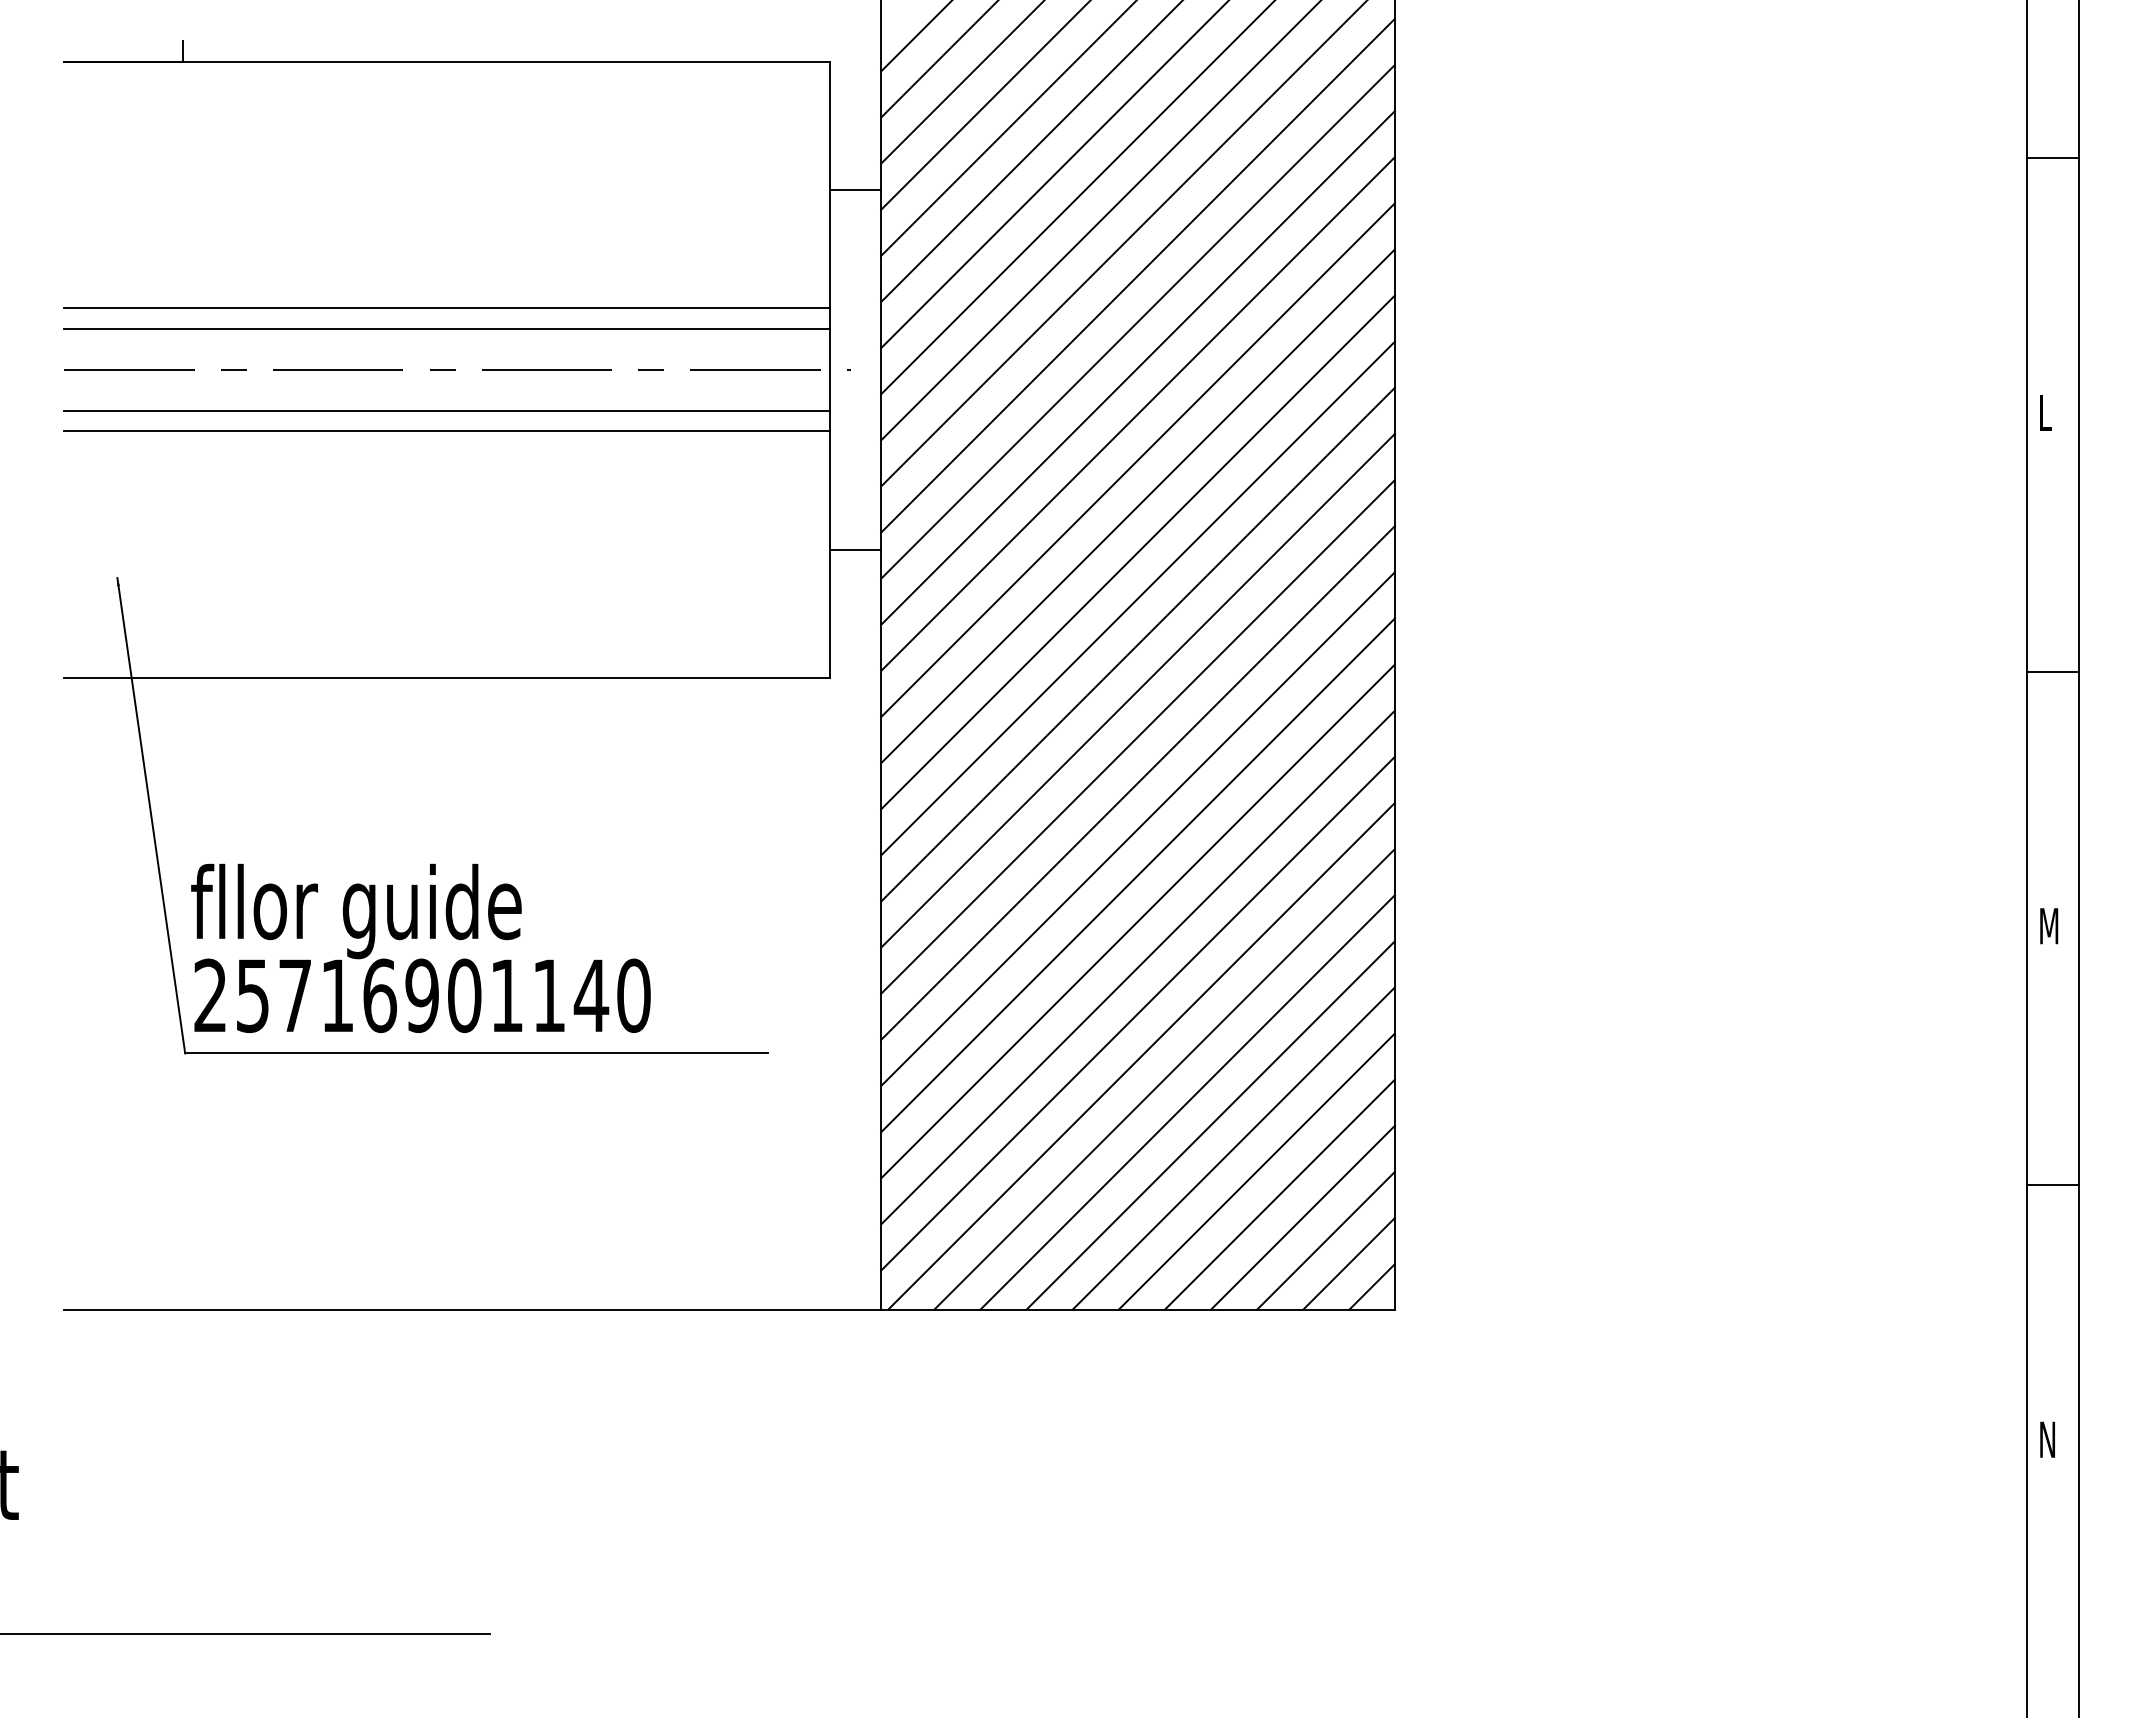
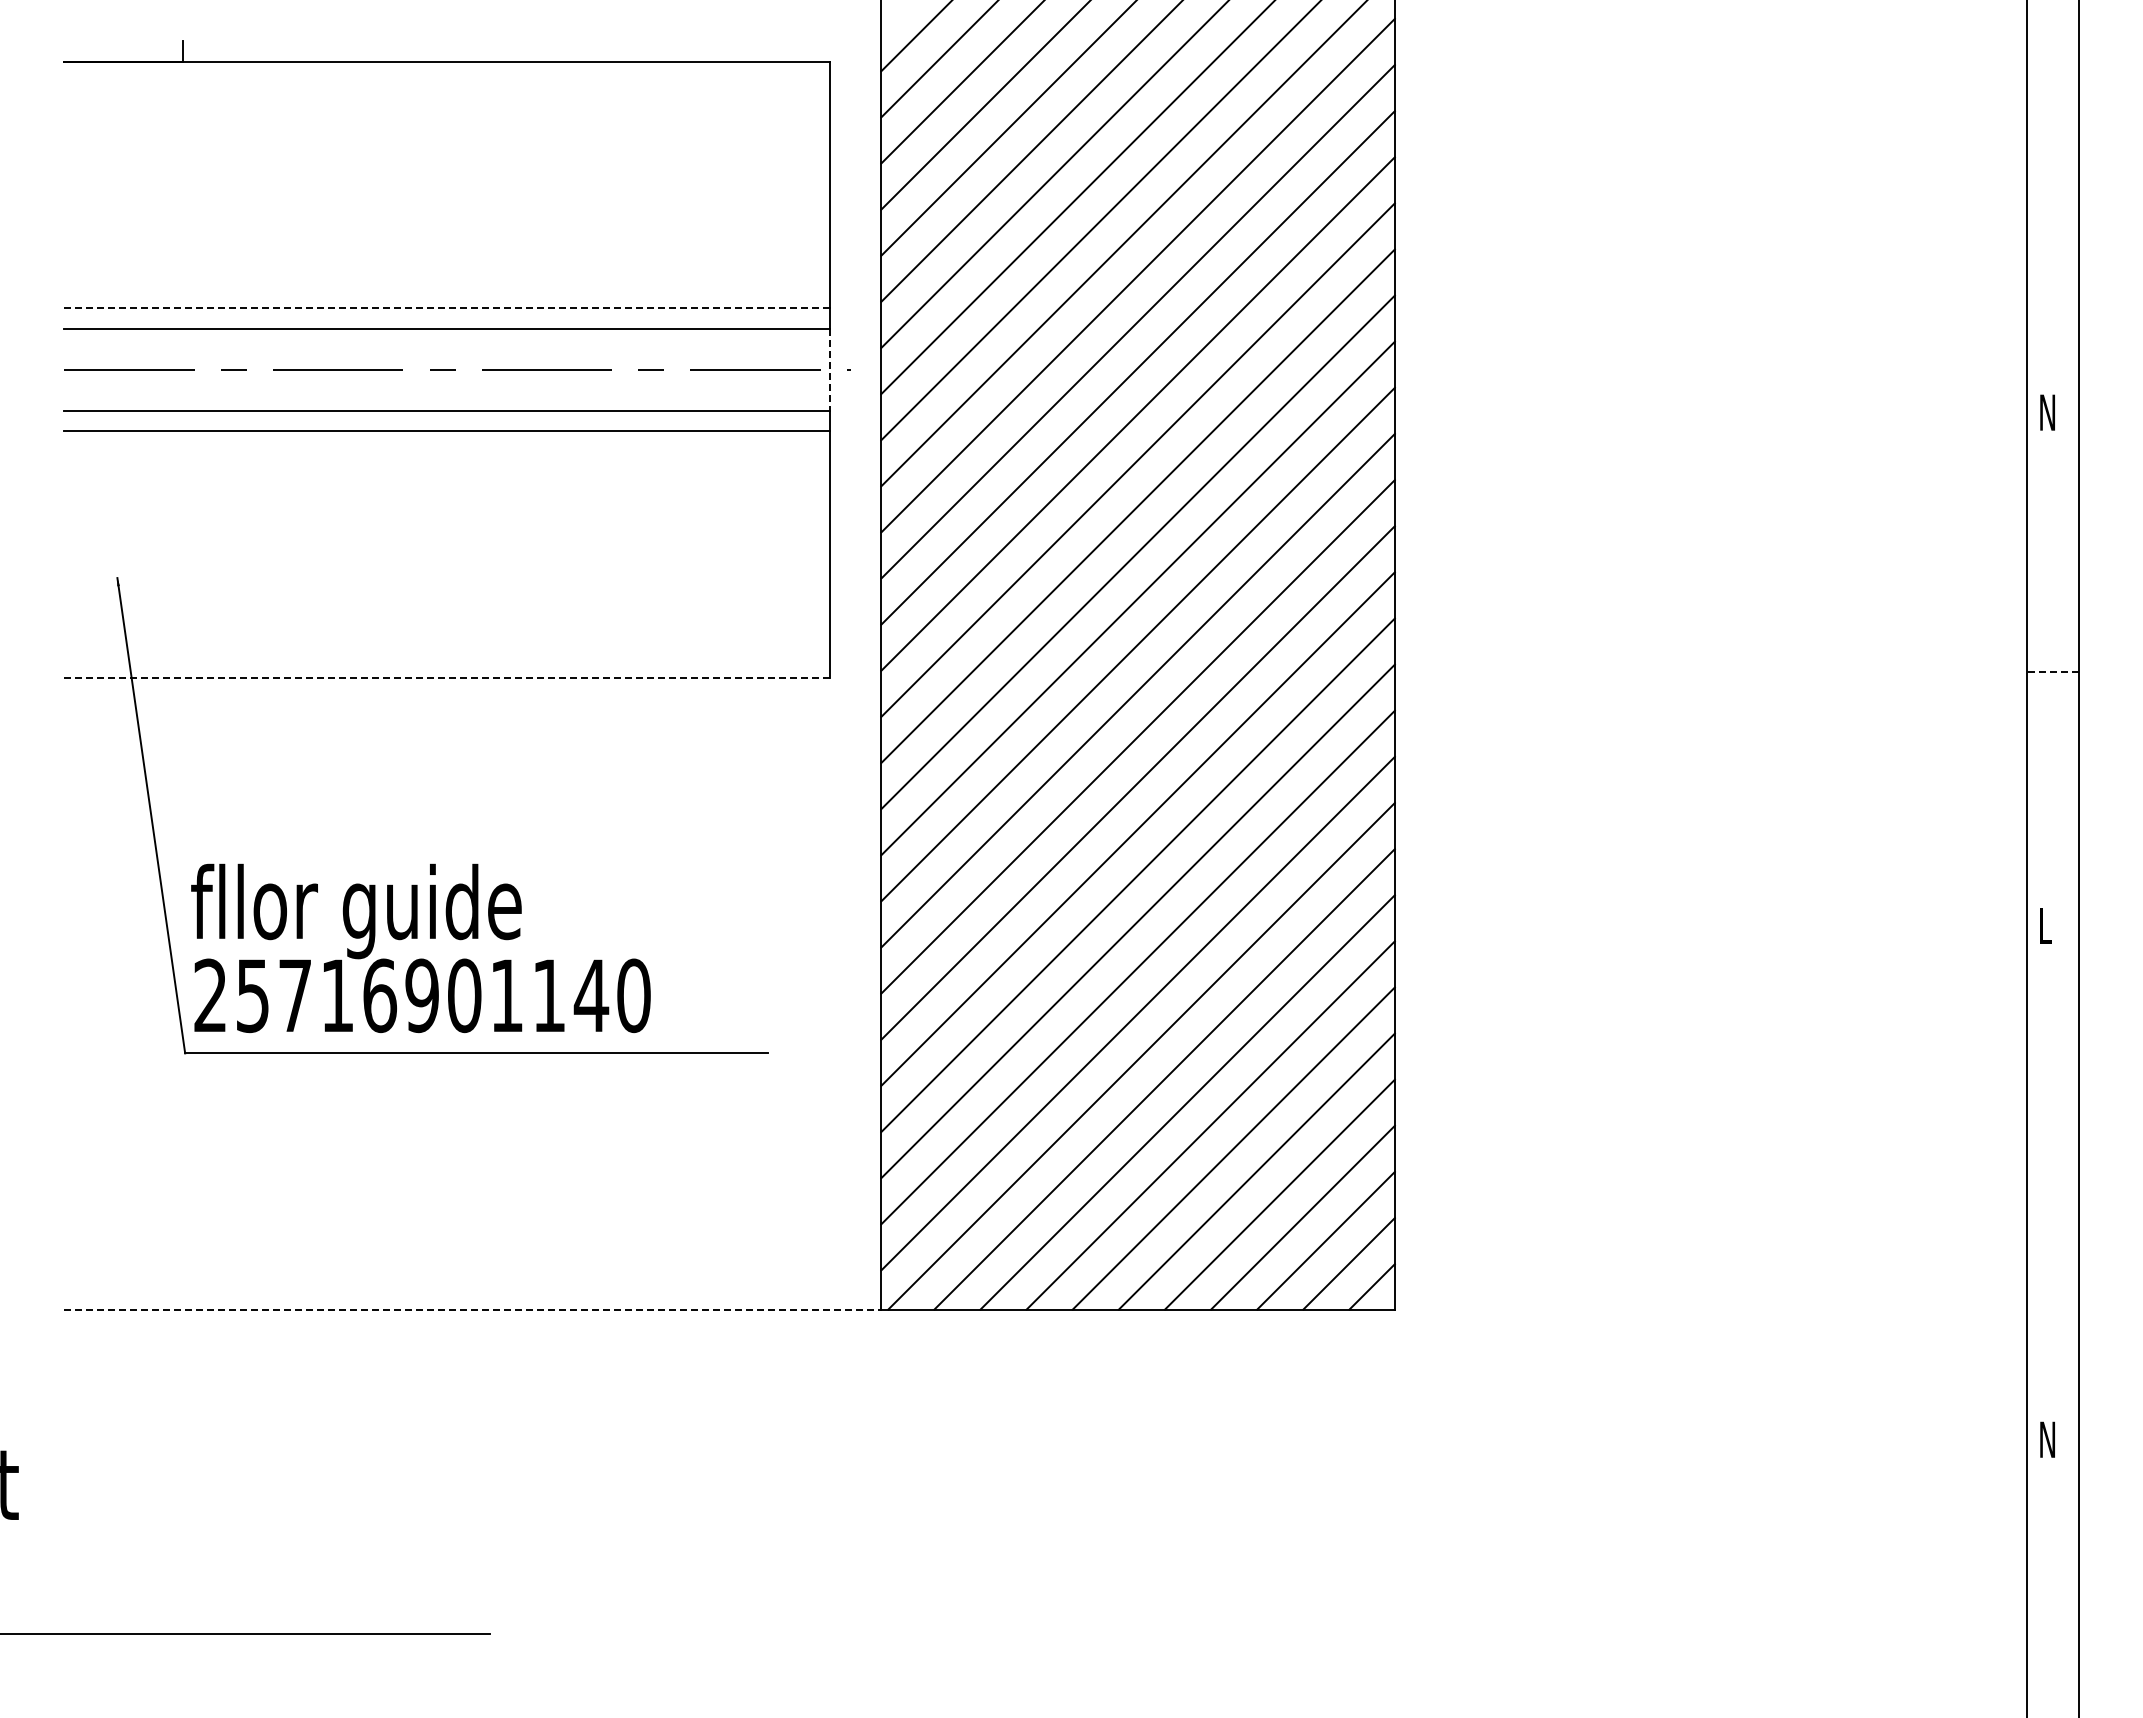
line at (2052, 158): present -> none
line at (855, 190): present -> none
line at (447, 308): solid -> dashed
line at (829, 370): solid -> dashed
text at (2047, 412): L -> N
line at (855, 549): present -> none
line at (2053, 671): solid -> dashed
line at (447, 677): solid -> dashed
text at (2049, 926): M -> L
line at (2052, 1185): present -> none
line at (472, 1309): solid -> dashed
